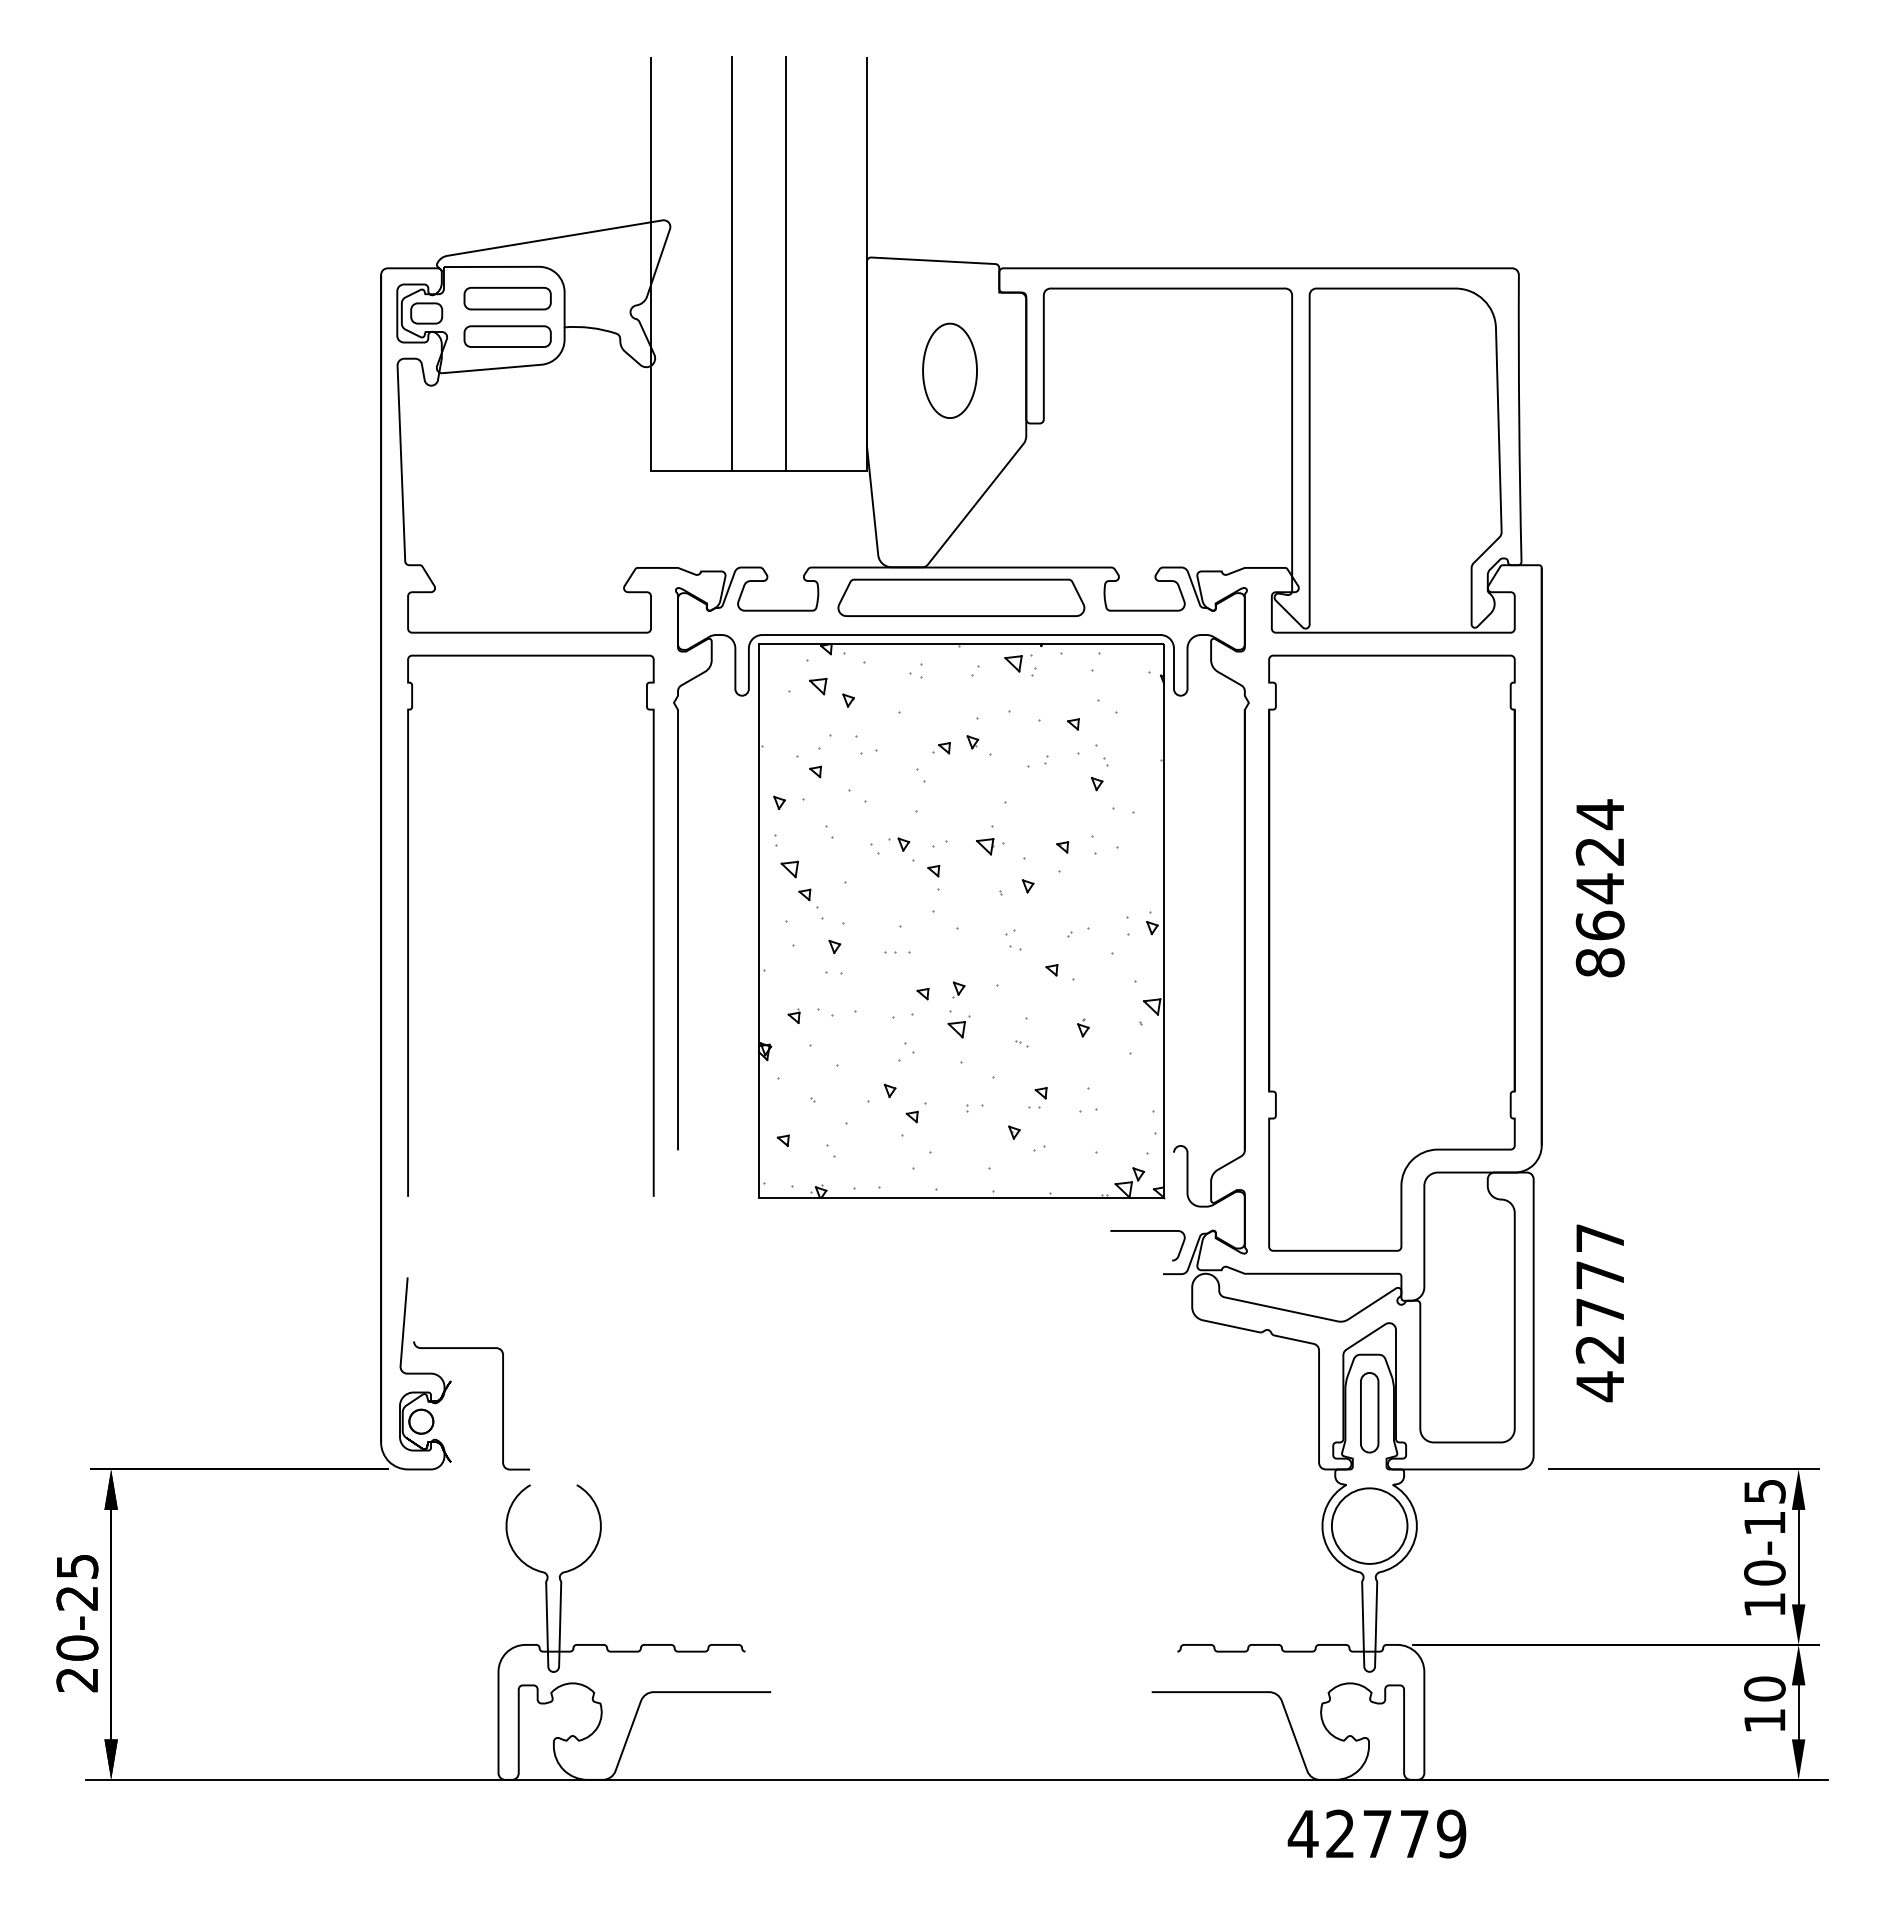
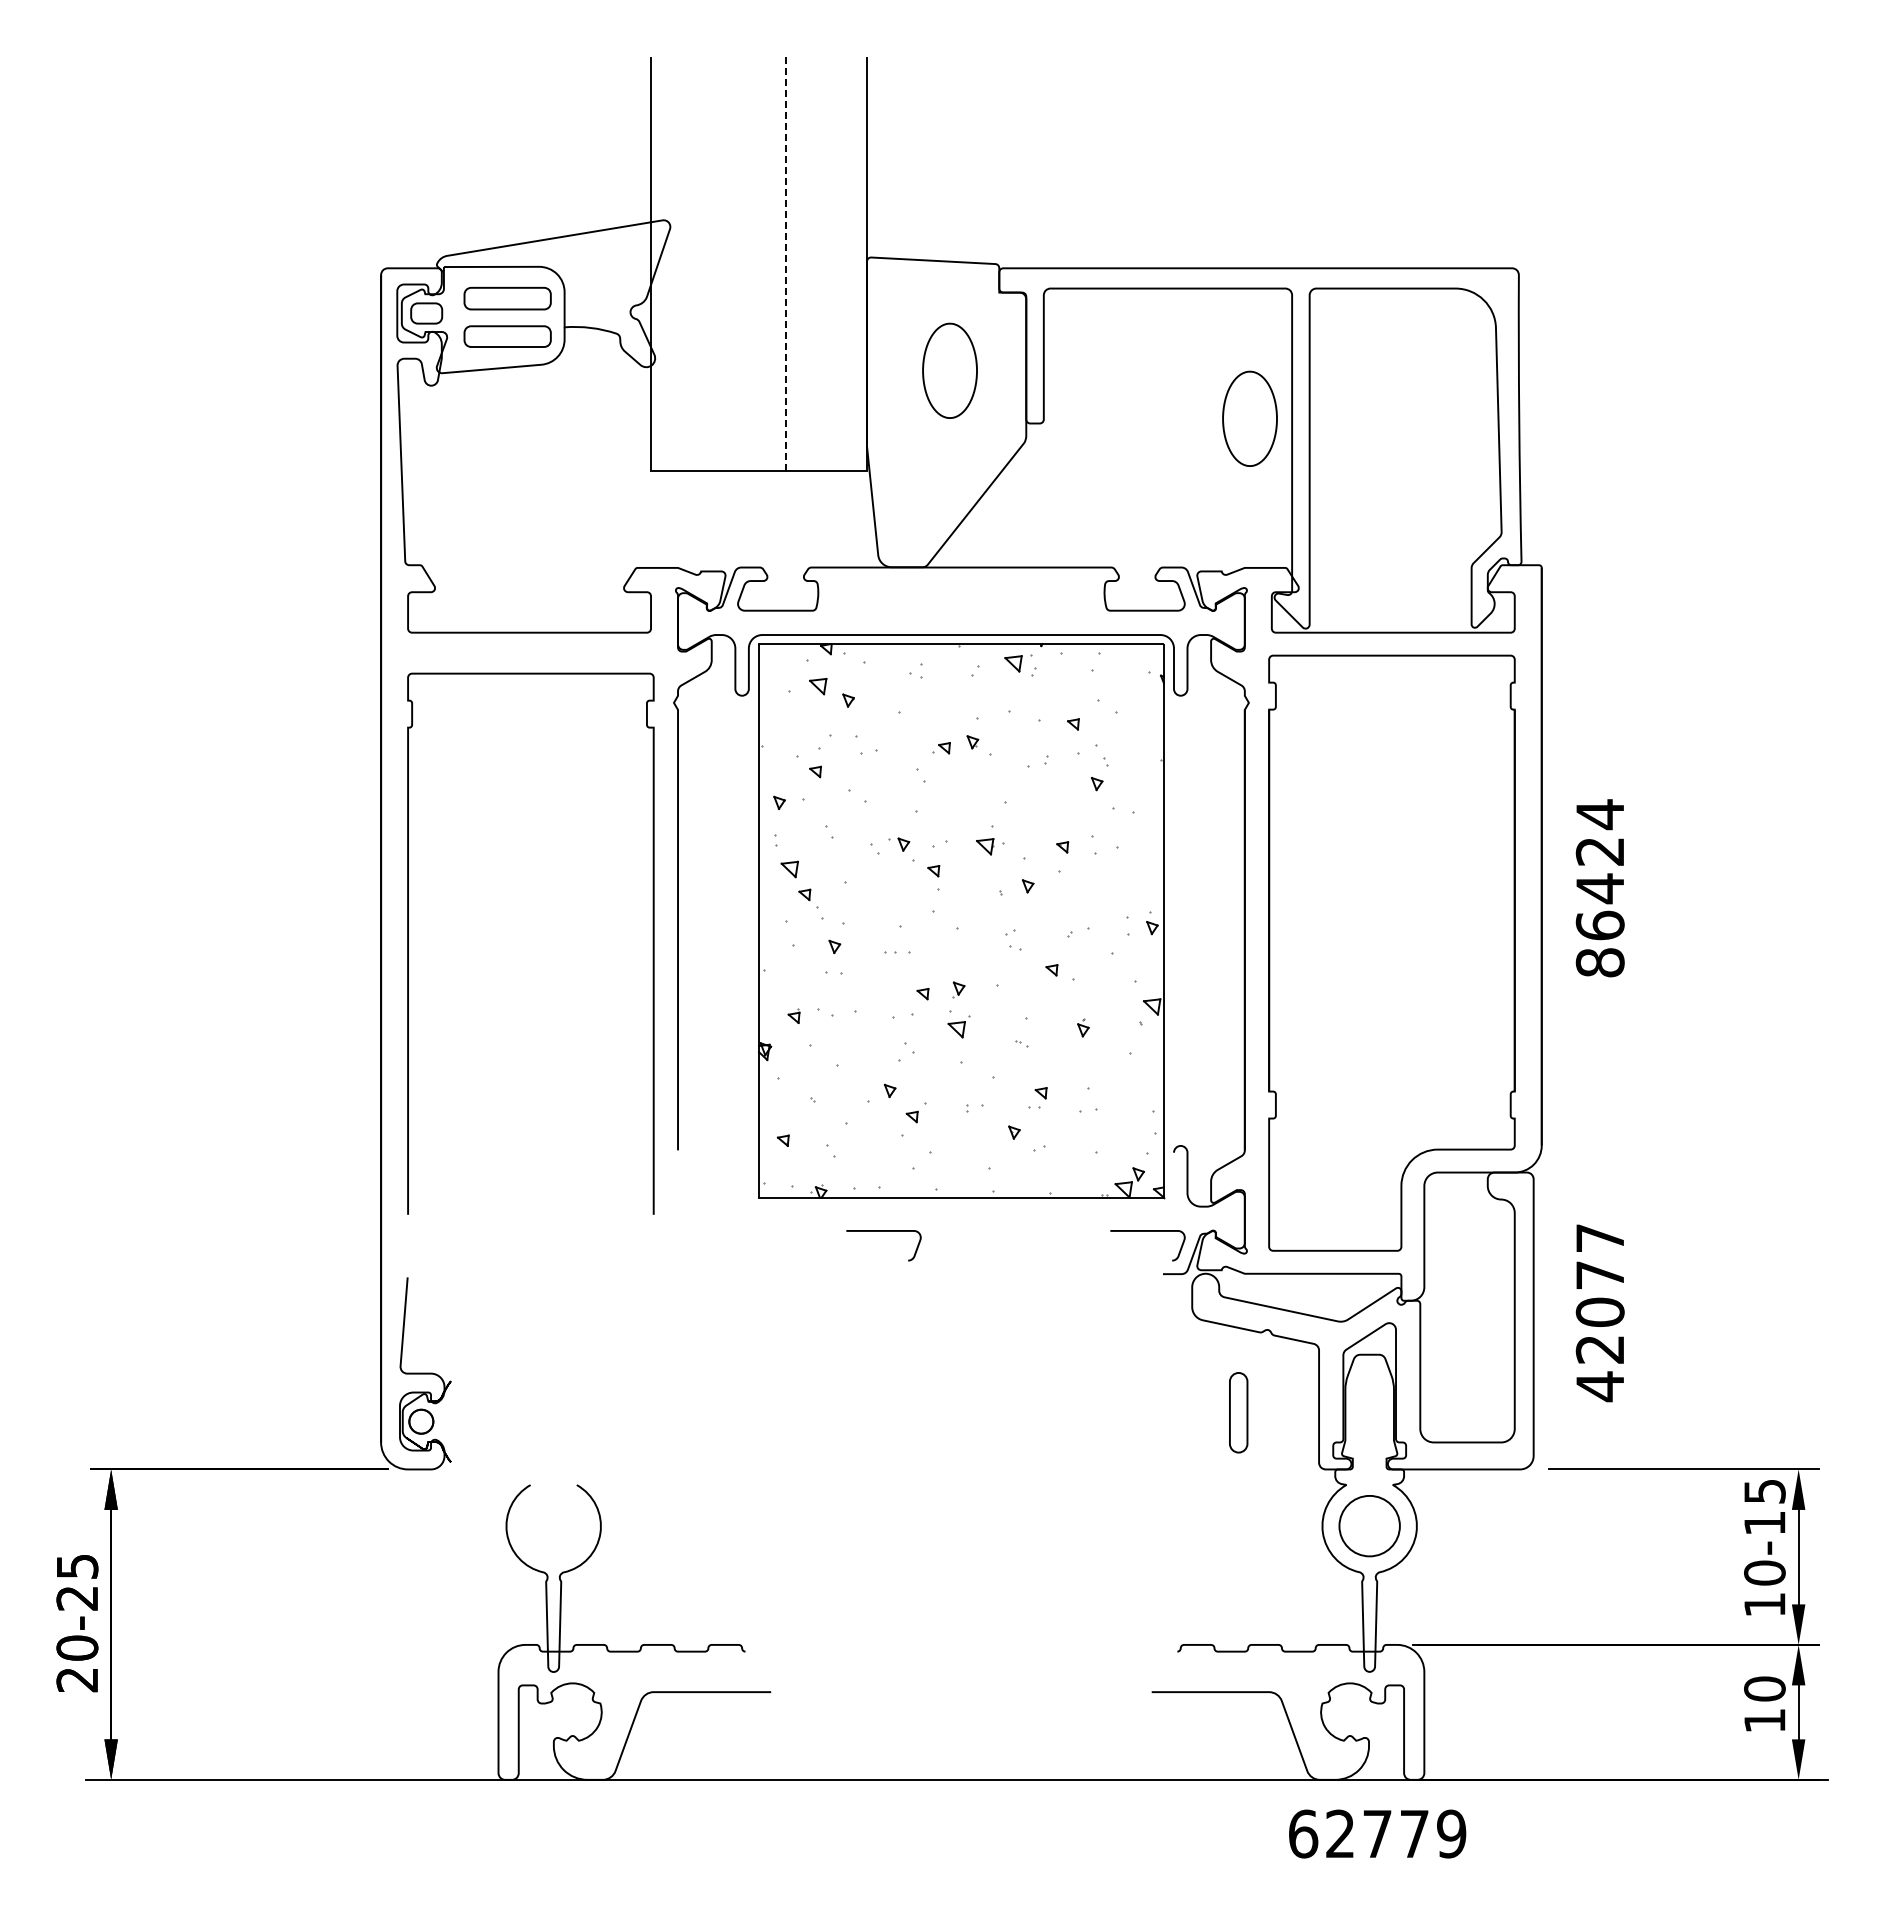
line at (731, 263): present -> none
line at (785, 264): solid -> dashed
part at (1249, 418): none -> present
part at (961, 597): present -> none
curve at (408, 925) position: (408, 925) -> (408, 943)
curve at (883, 1231): none -> present
text at (1599, 1311): 42777 -> 42077
curve at (502, 1405): present -> none
part at (1369, 1412) position: (1369, 1412) -> (1238, 1412)
circle at (1369, 1525) diameter: 76 px -> 60 px
text at (1302, 1833): 42779 -> 62779
